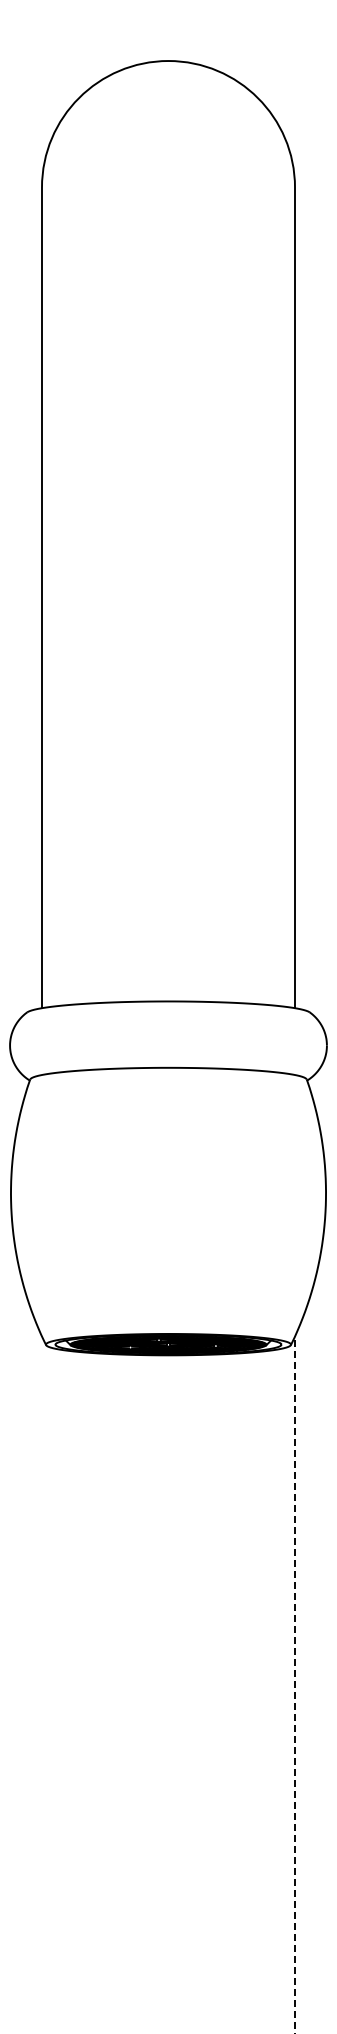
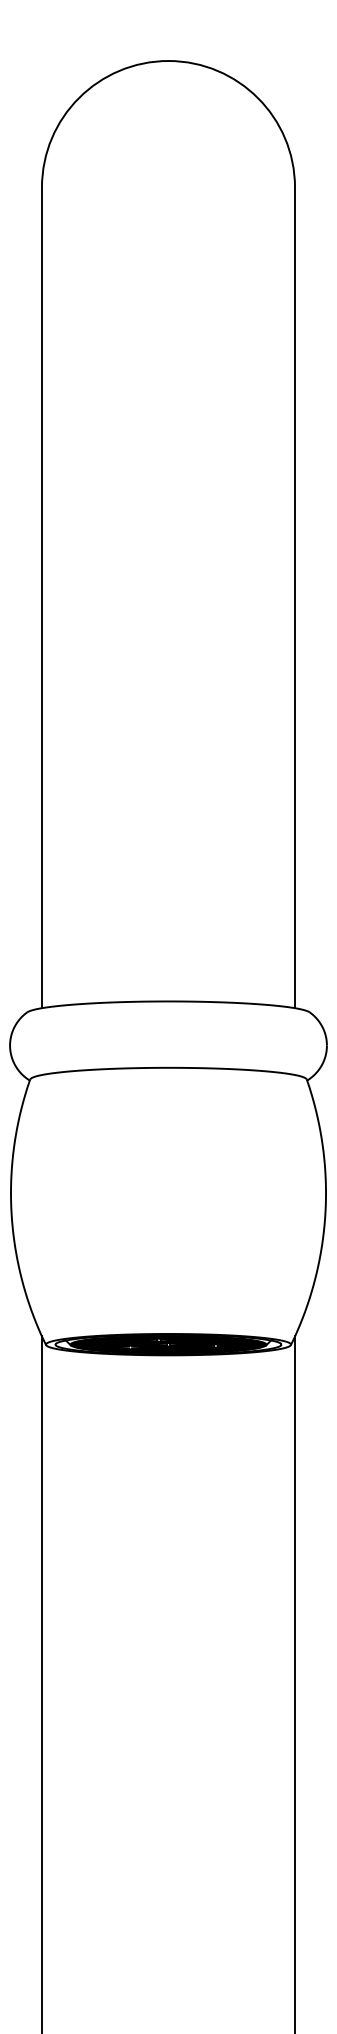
line at (42, 1683): none -> present
line at (295, 1684): dashed -> solid
